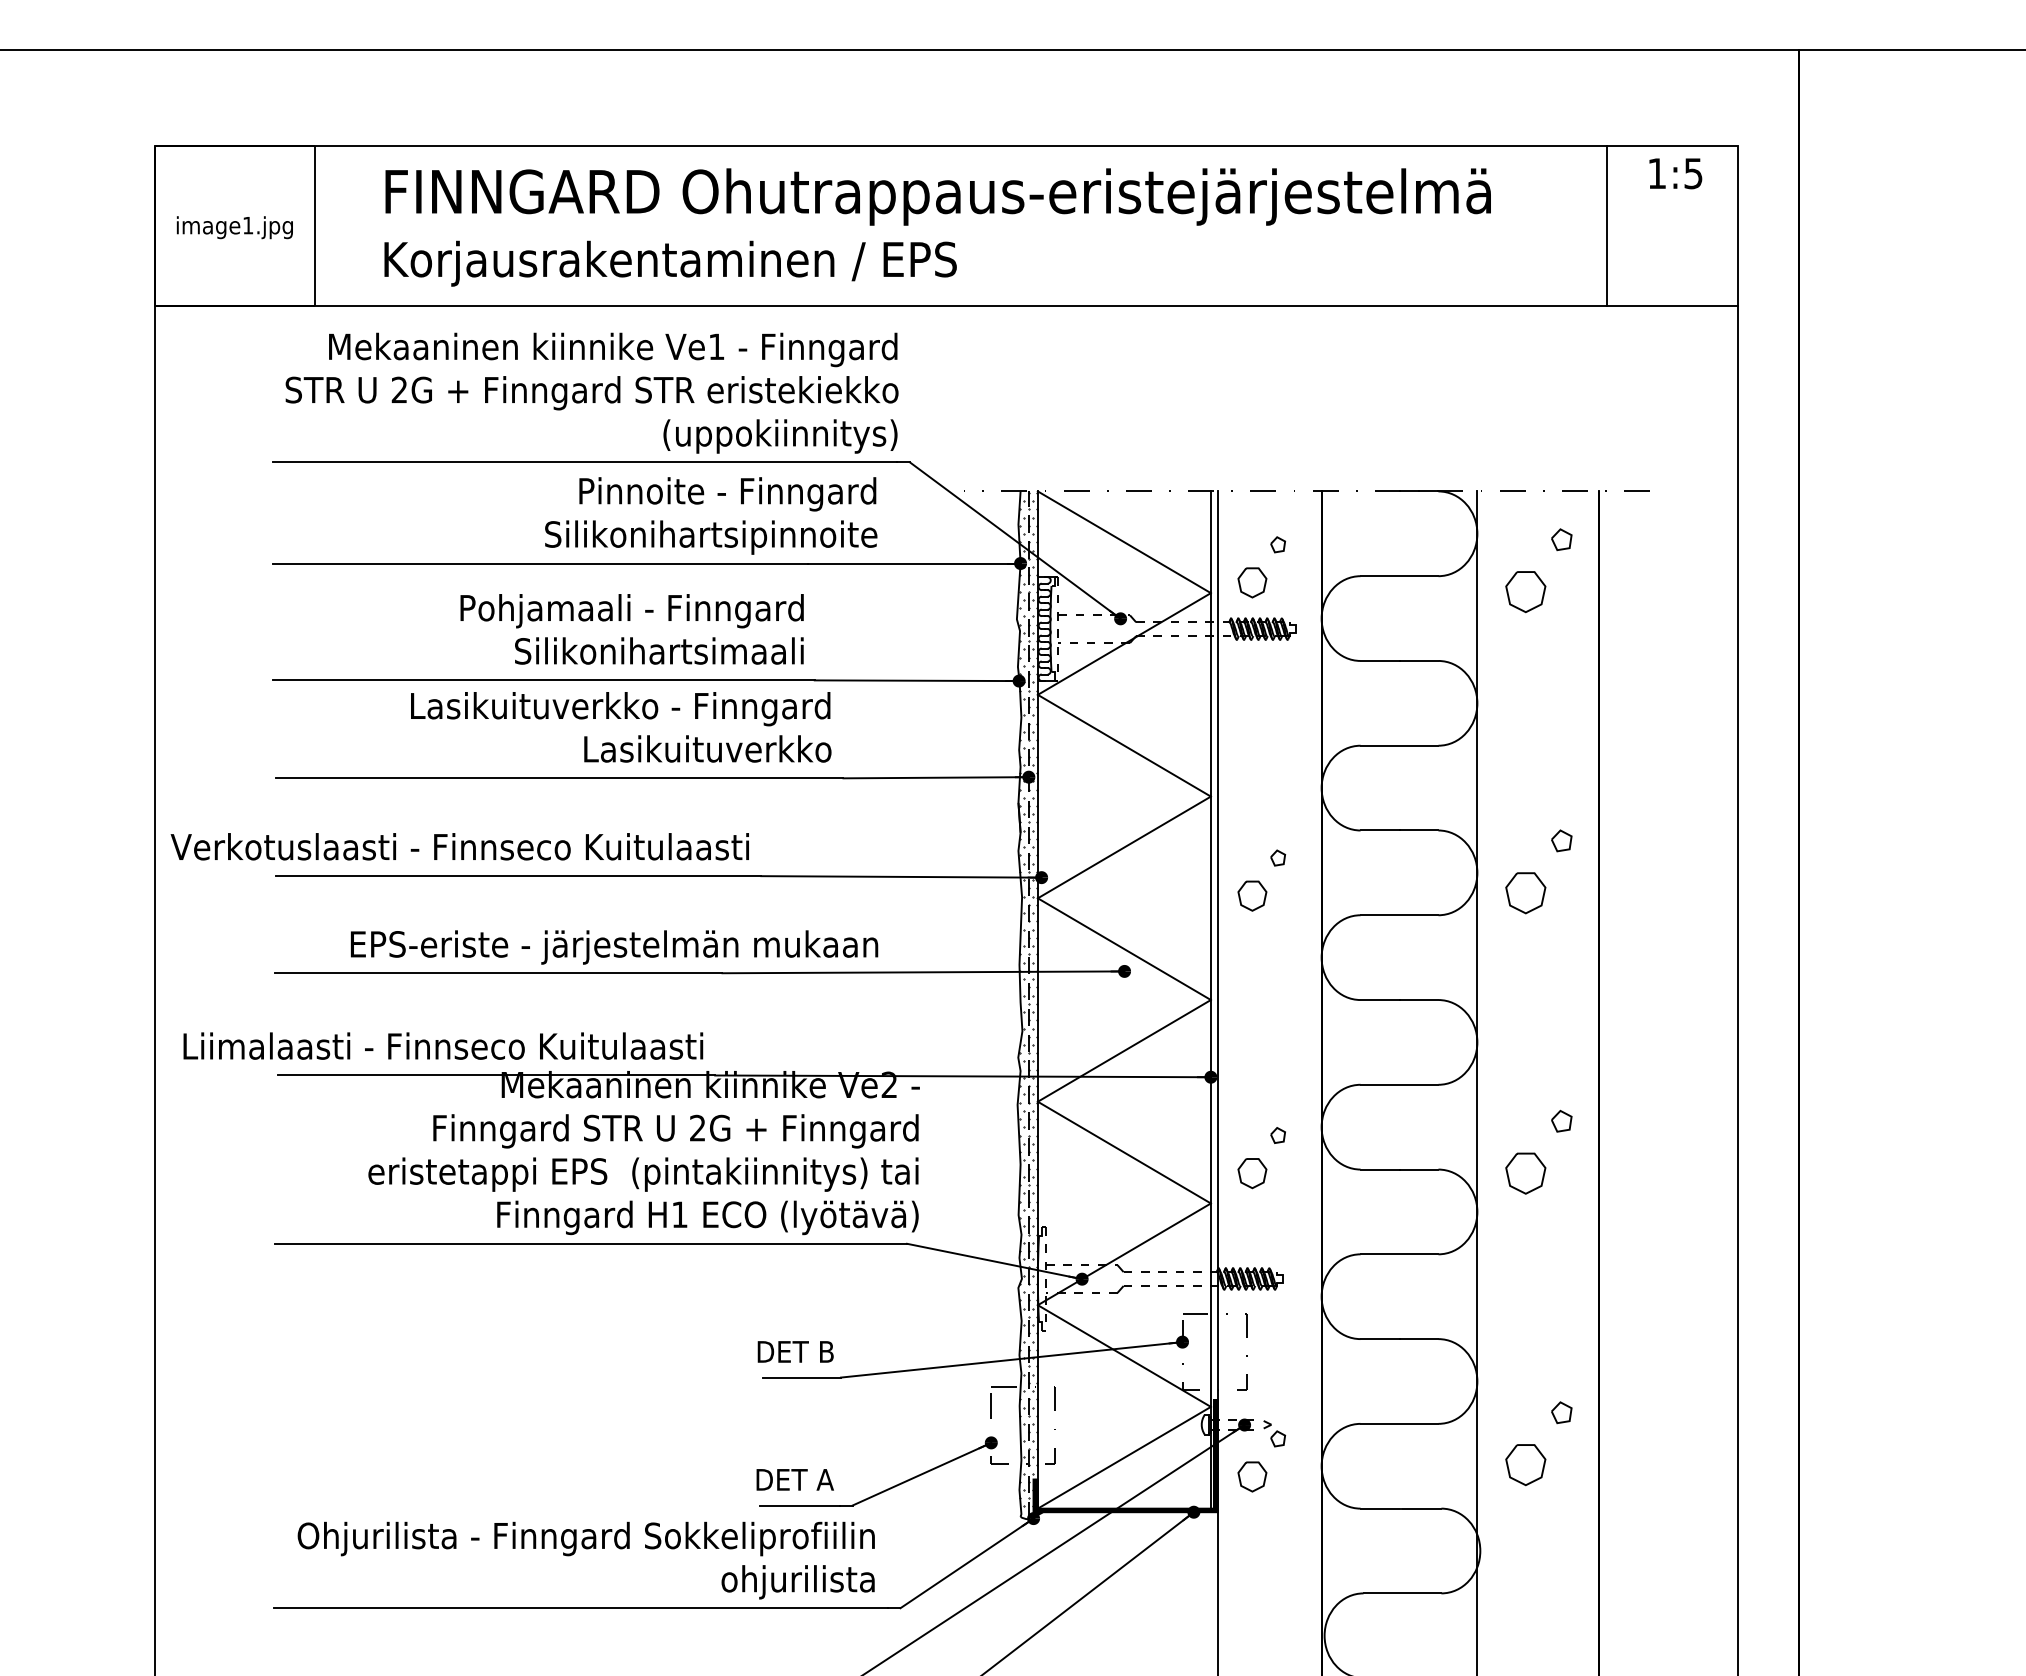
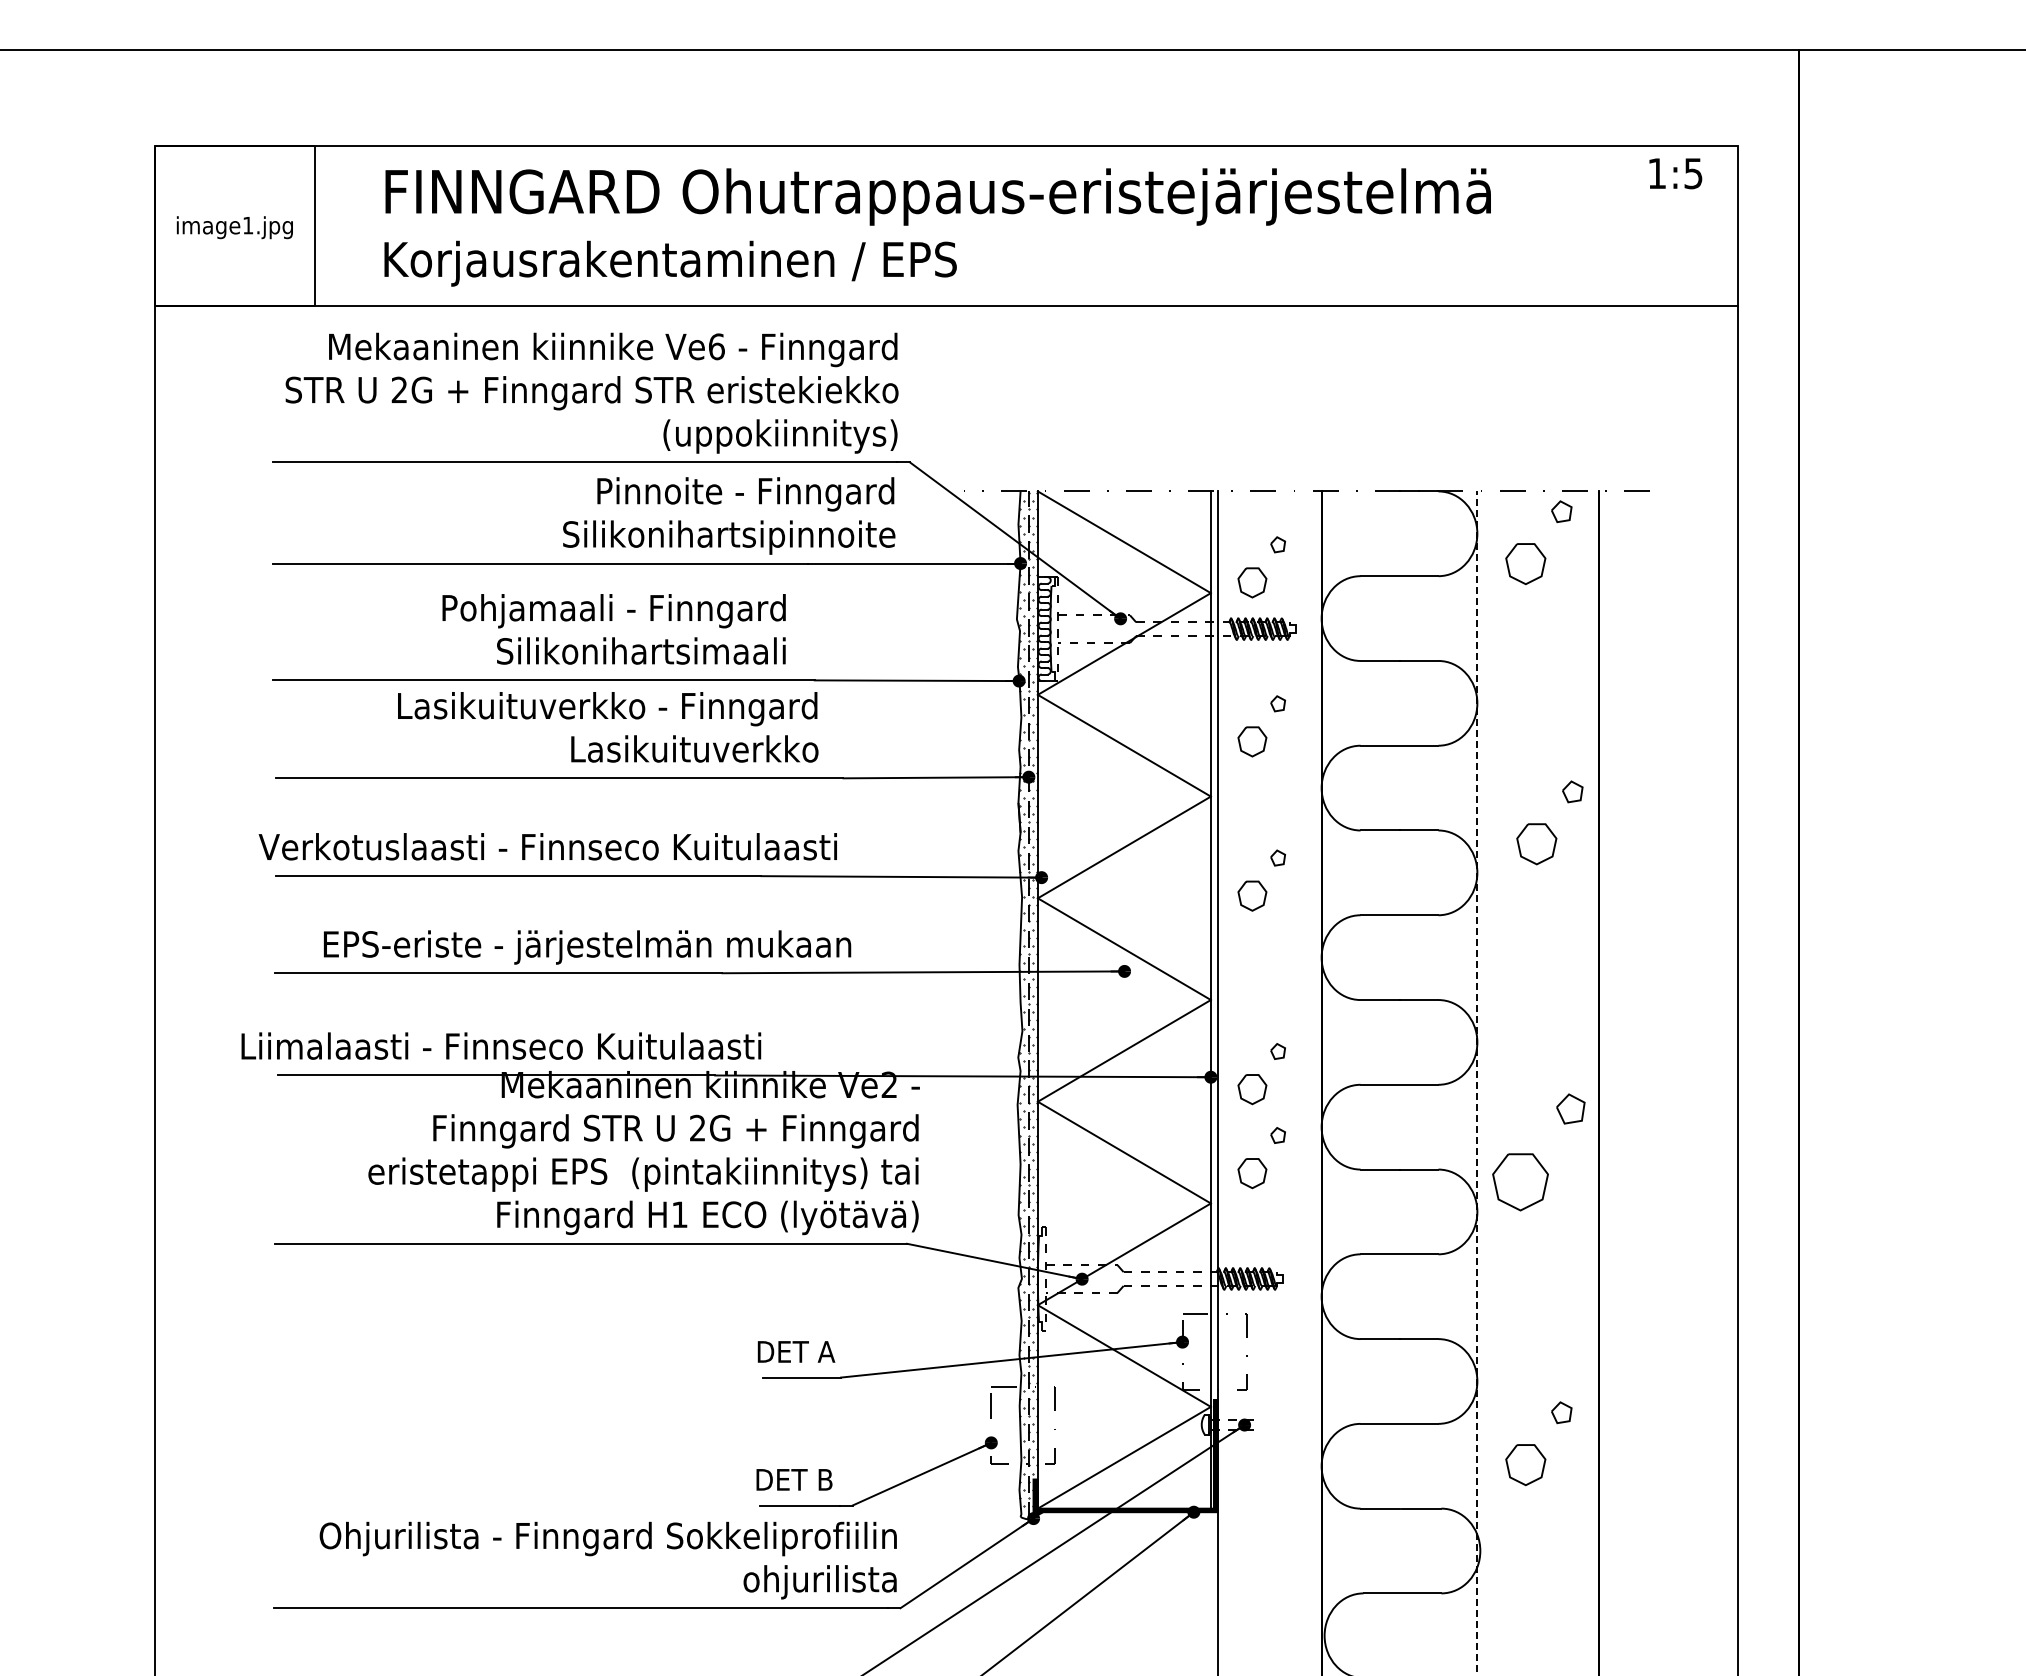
line at (1607, 225): present -> none
text at (716, 346): Ve1 -> Ve6
text at (711, 515) position: (711, 515) -> (729, 515)
part at (1538, 570) position: (1538, 570) -> (1538, 542)
text at (631, 629) position: (631, 629) -> (613, 629)
part at (1261, 726): none -> present
text at (621, 727) position: (621, 727) -> (608, 727)
text at (459, 846) position: (459, 846) -> (547, 846)
part at (1538, 871) position: (1538, 871) -> (1549, 822)
text at (614, 947) position: (614, 947) -> (587, 947)
text at (443, 1045) position: (443, 1045) -> (501, 1045)
part at (1261, 1074): none -> present
line at (1477, 1083): solid -> dashed
part at (1538, 1151) size: 68x86 px -> 94x119 px
text at (826, 1351): DET B -> DET A
part at (1261, 1456): present -> none
text at (824, 1479): DET A -> DET B
text at (585, 1560) position: (585, 1560) -> (607, 1560)
